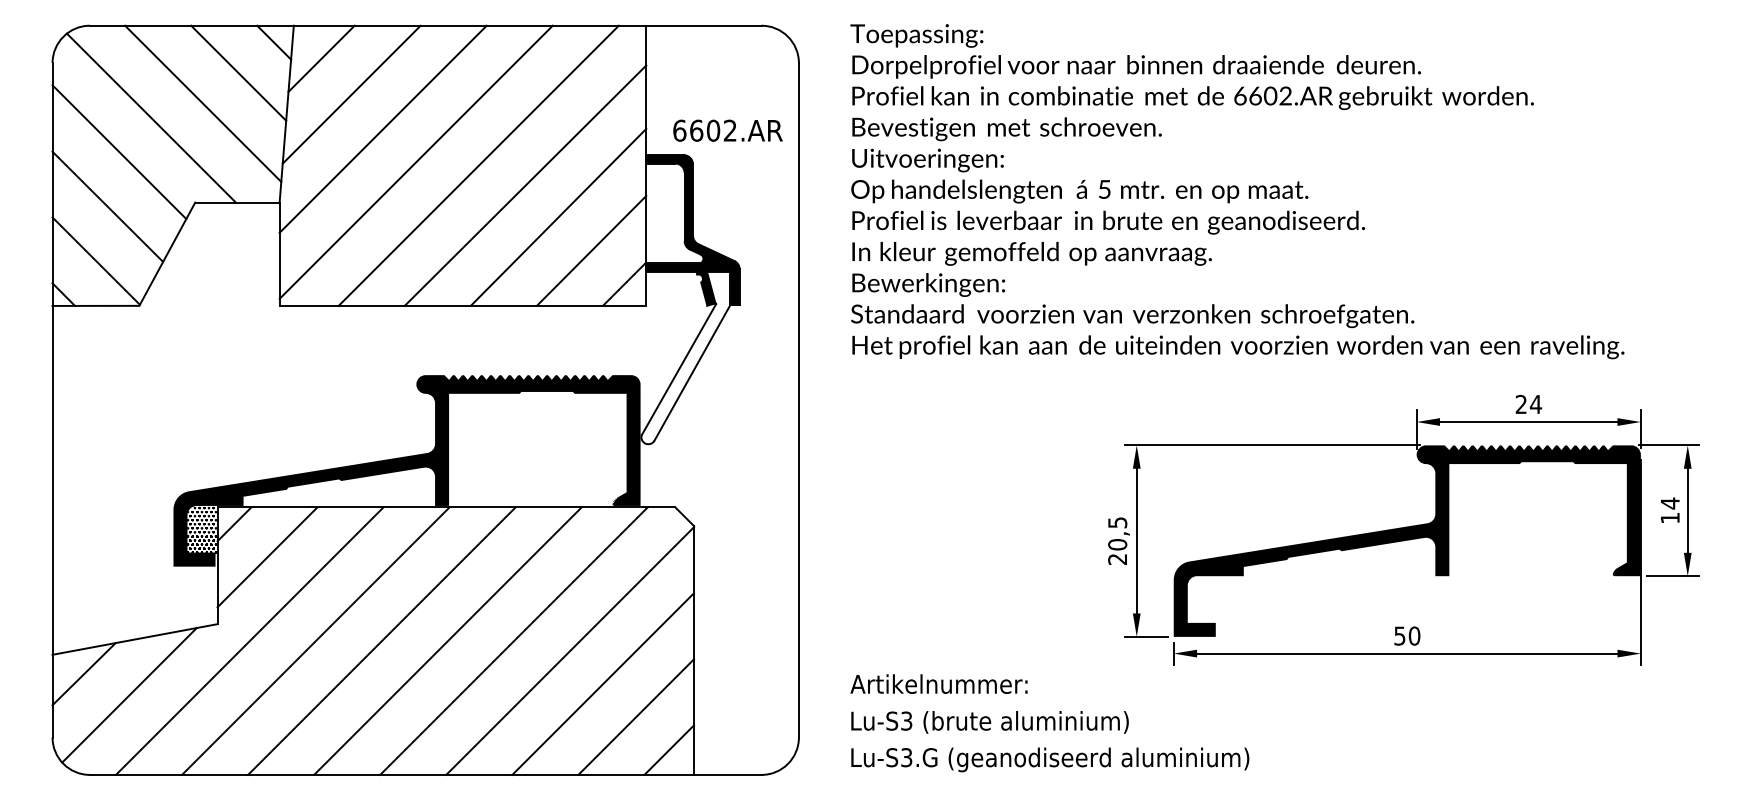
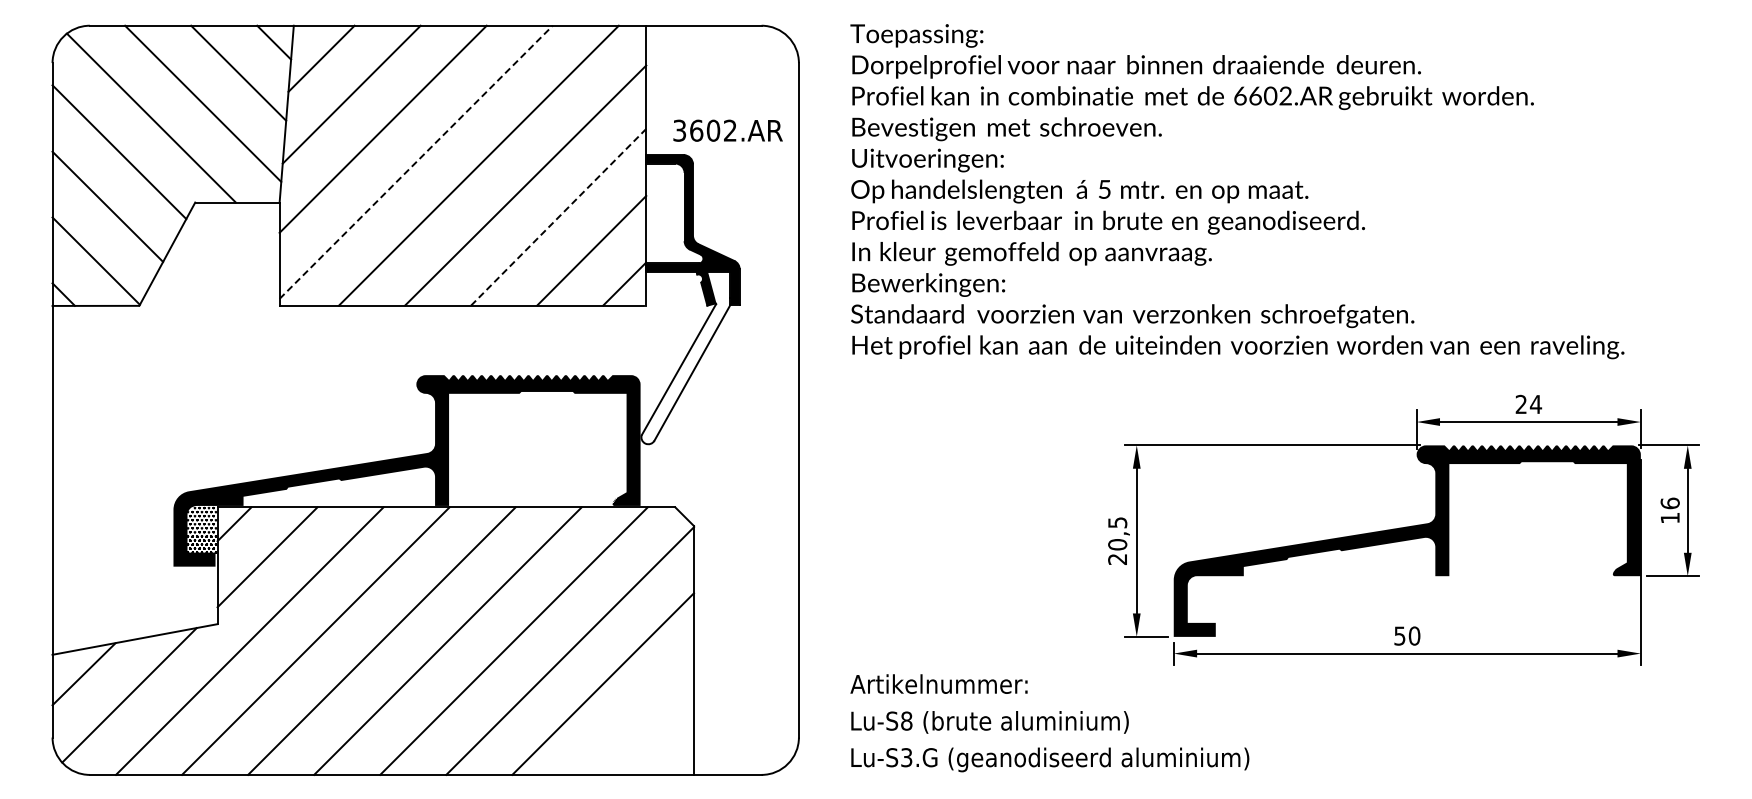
text at (679, 130): 6602.AR -> 3602.AR
line at (416, 161): solid -> dashed
line at (559, 216): solid -> dashed
text at (1669, 503): 14 -> 16
line at (636, 716): present -> none
text at (906, 720): Lu-S3 -> Lu-S8
line at (669, 749): present -> none
